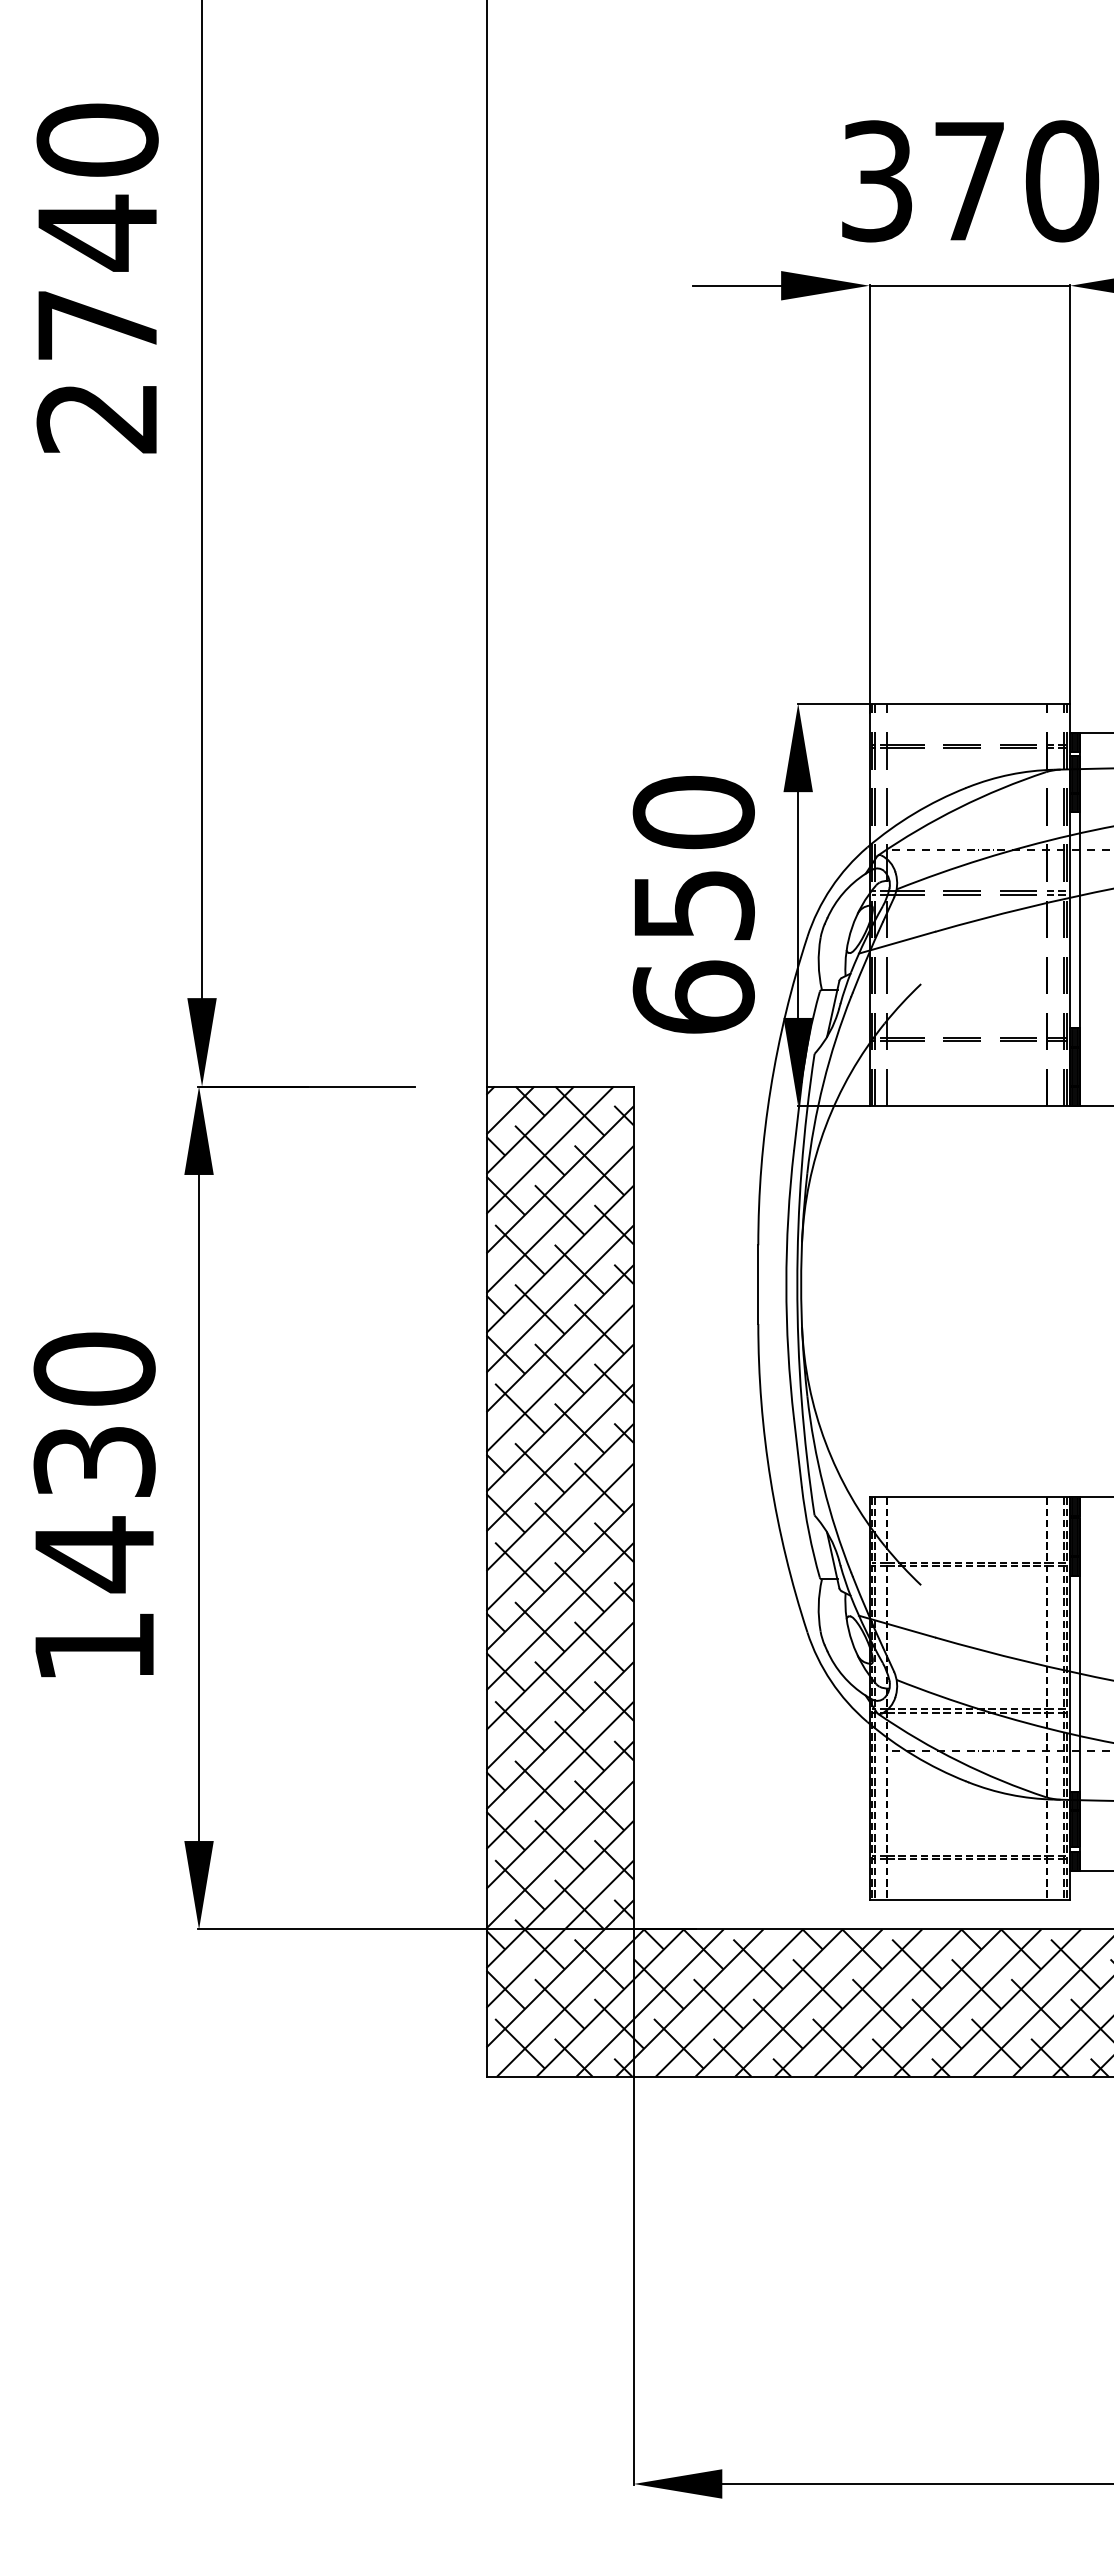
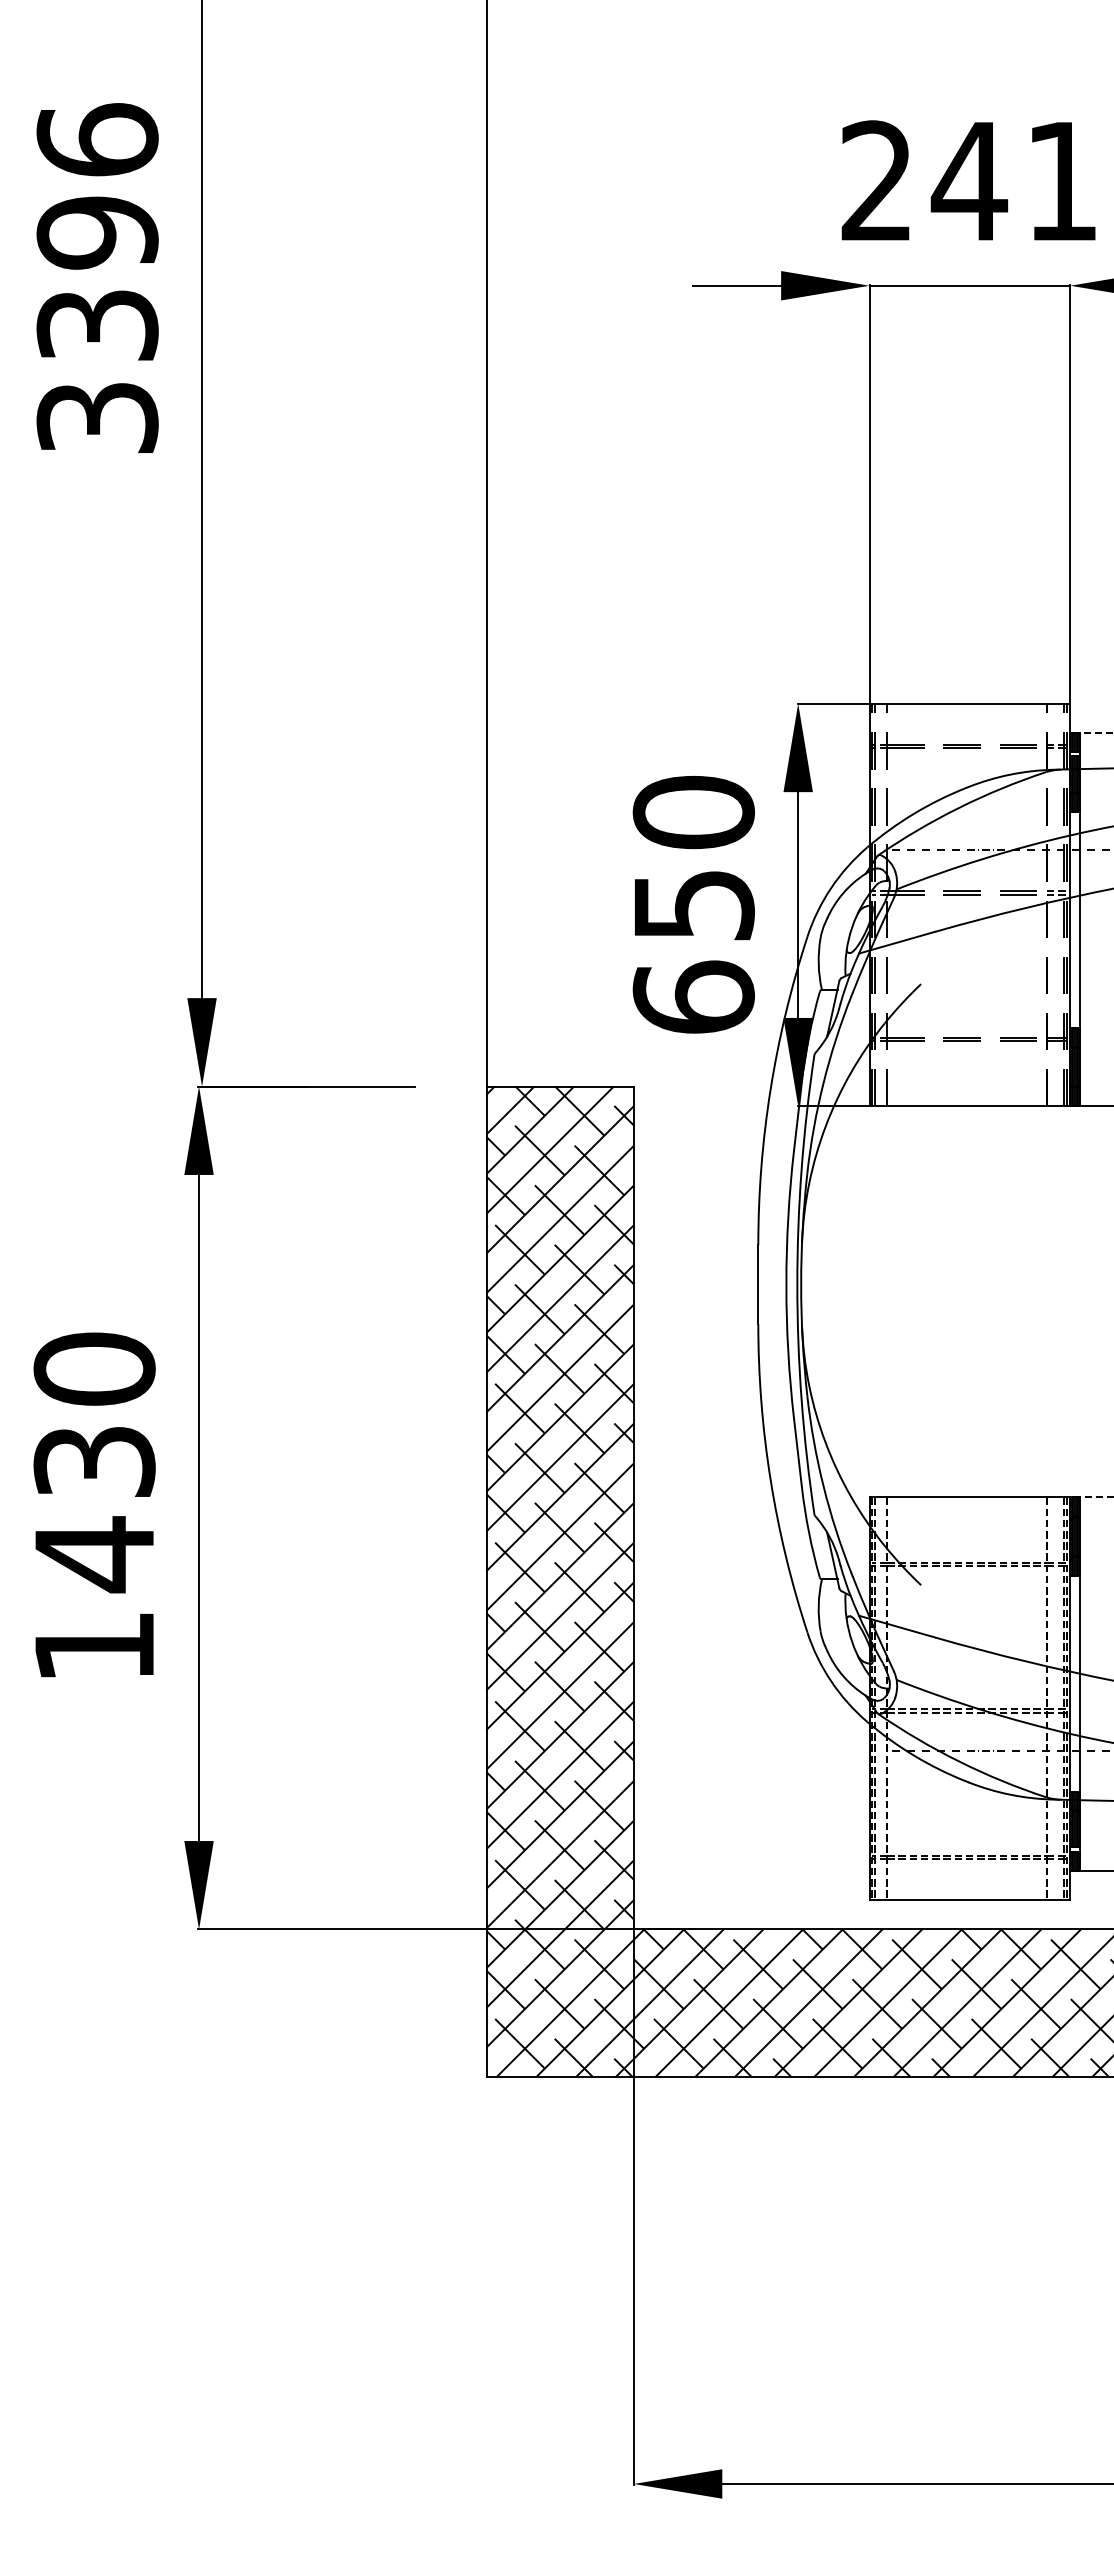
text at (970, 181): 370 -> 241
text at (97, 278): 2740 -> 3396
line at (1096, 732): solid -> dashed
line at (1096, 1497): solid -> dashed
